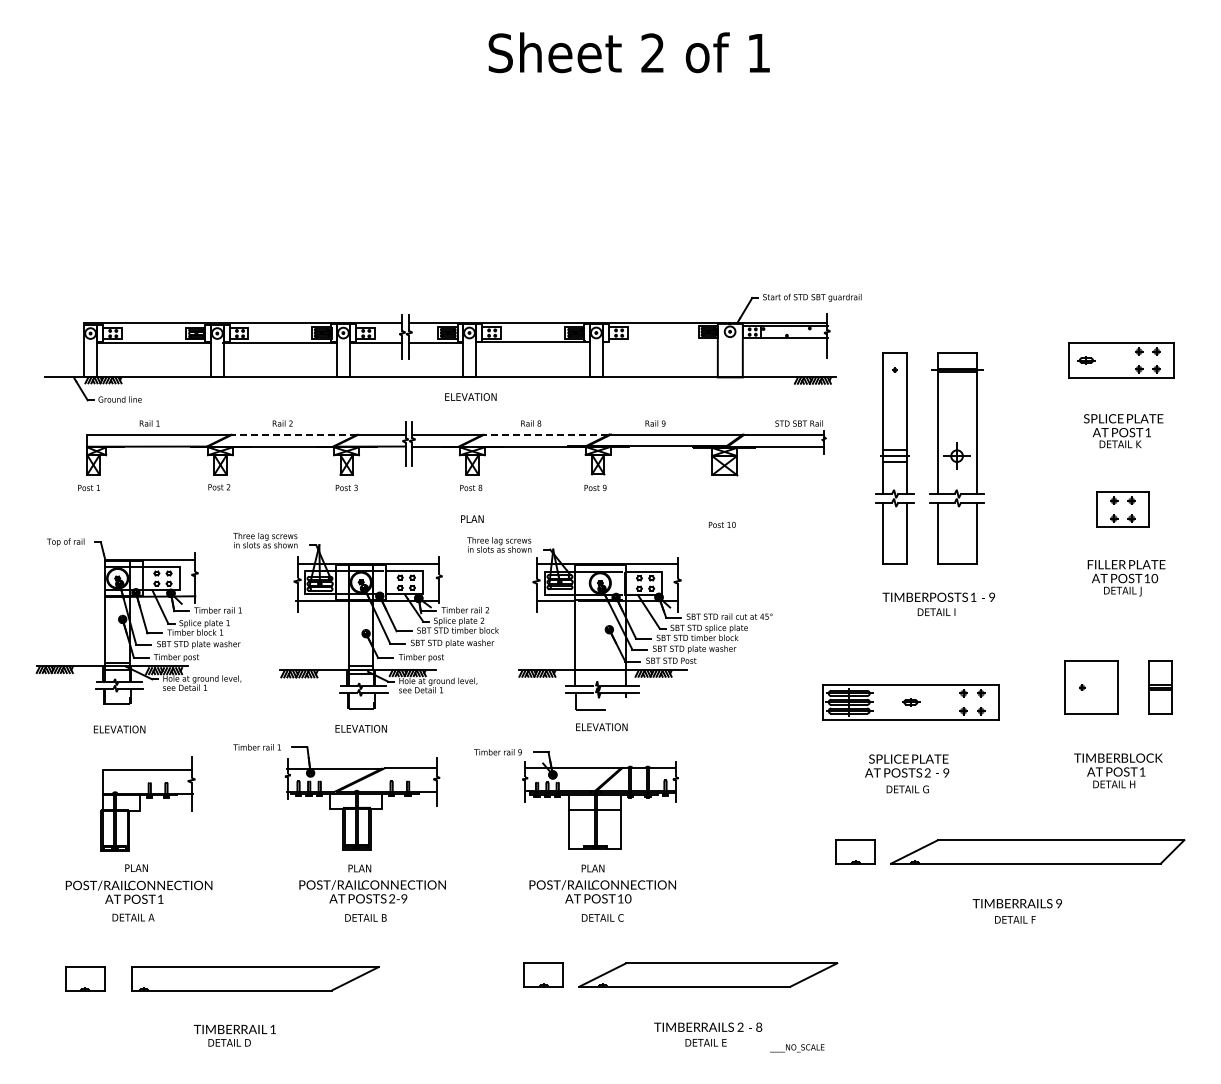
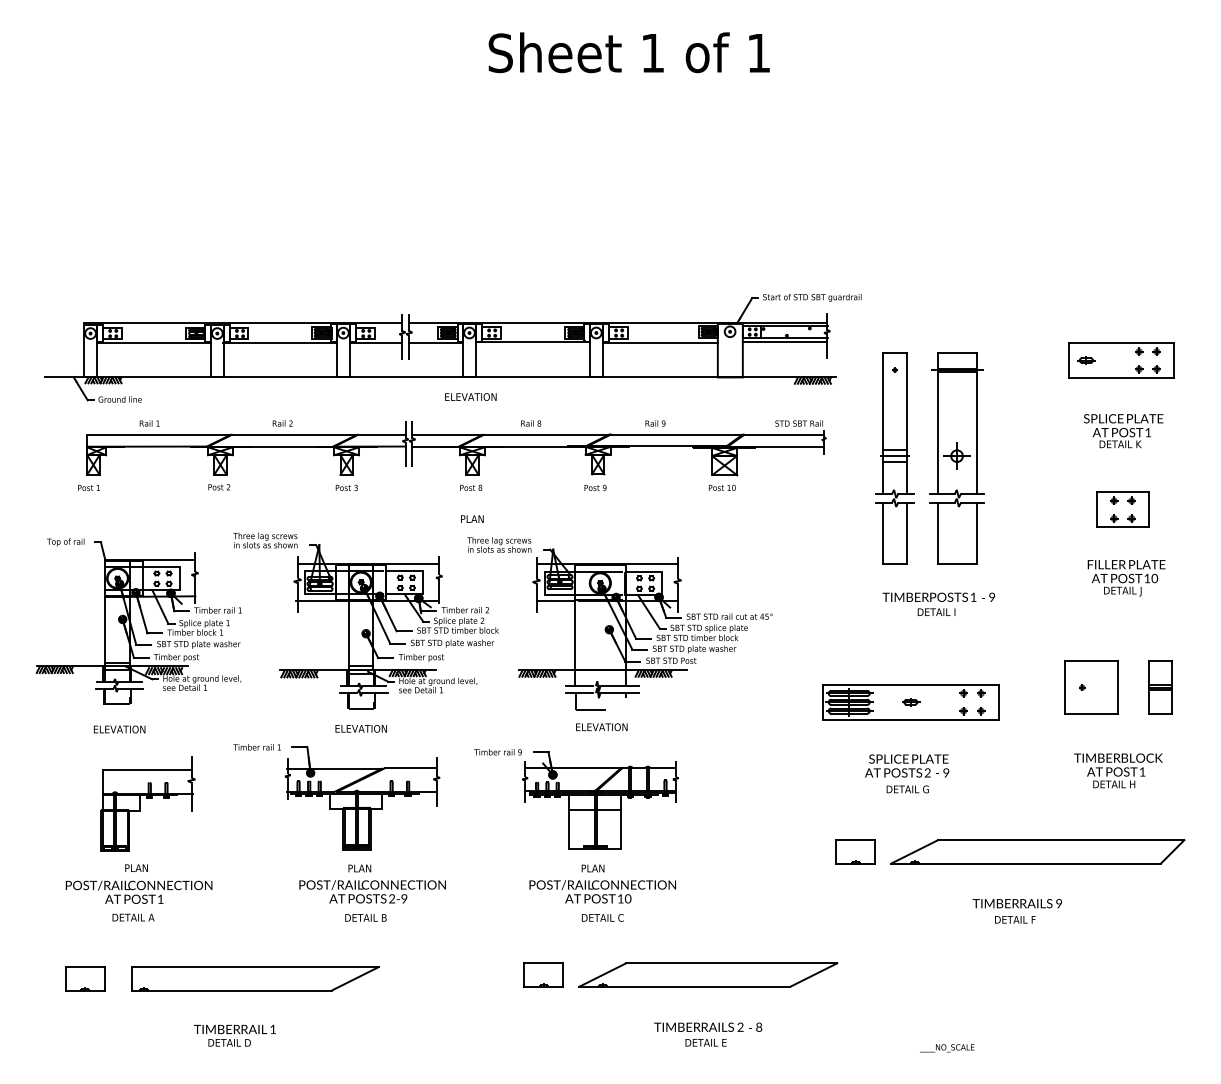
text at (652, 52): 2 -> 1
line at (784, 341): none -> present
line at (659, 342): none -> present
line at (294, 434): dashed -> solid
line at (545, 434): dashed -> solid
text at (721, 524) position: (721, 524) -> (721, 487)
text at (797, 1048) position: (797, 1048) -> (947, 1048)
